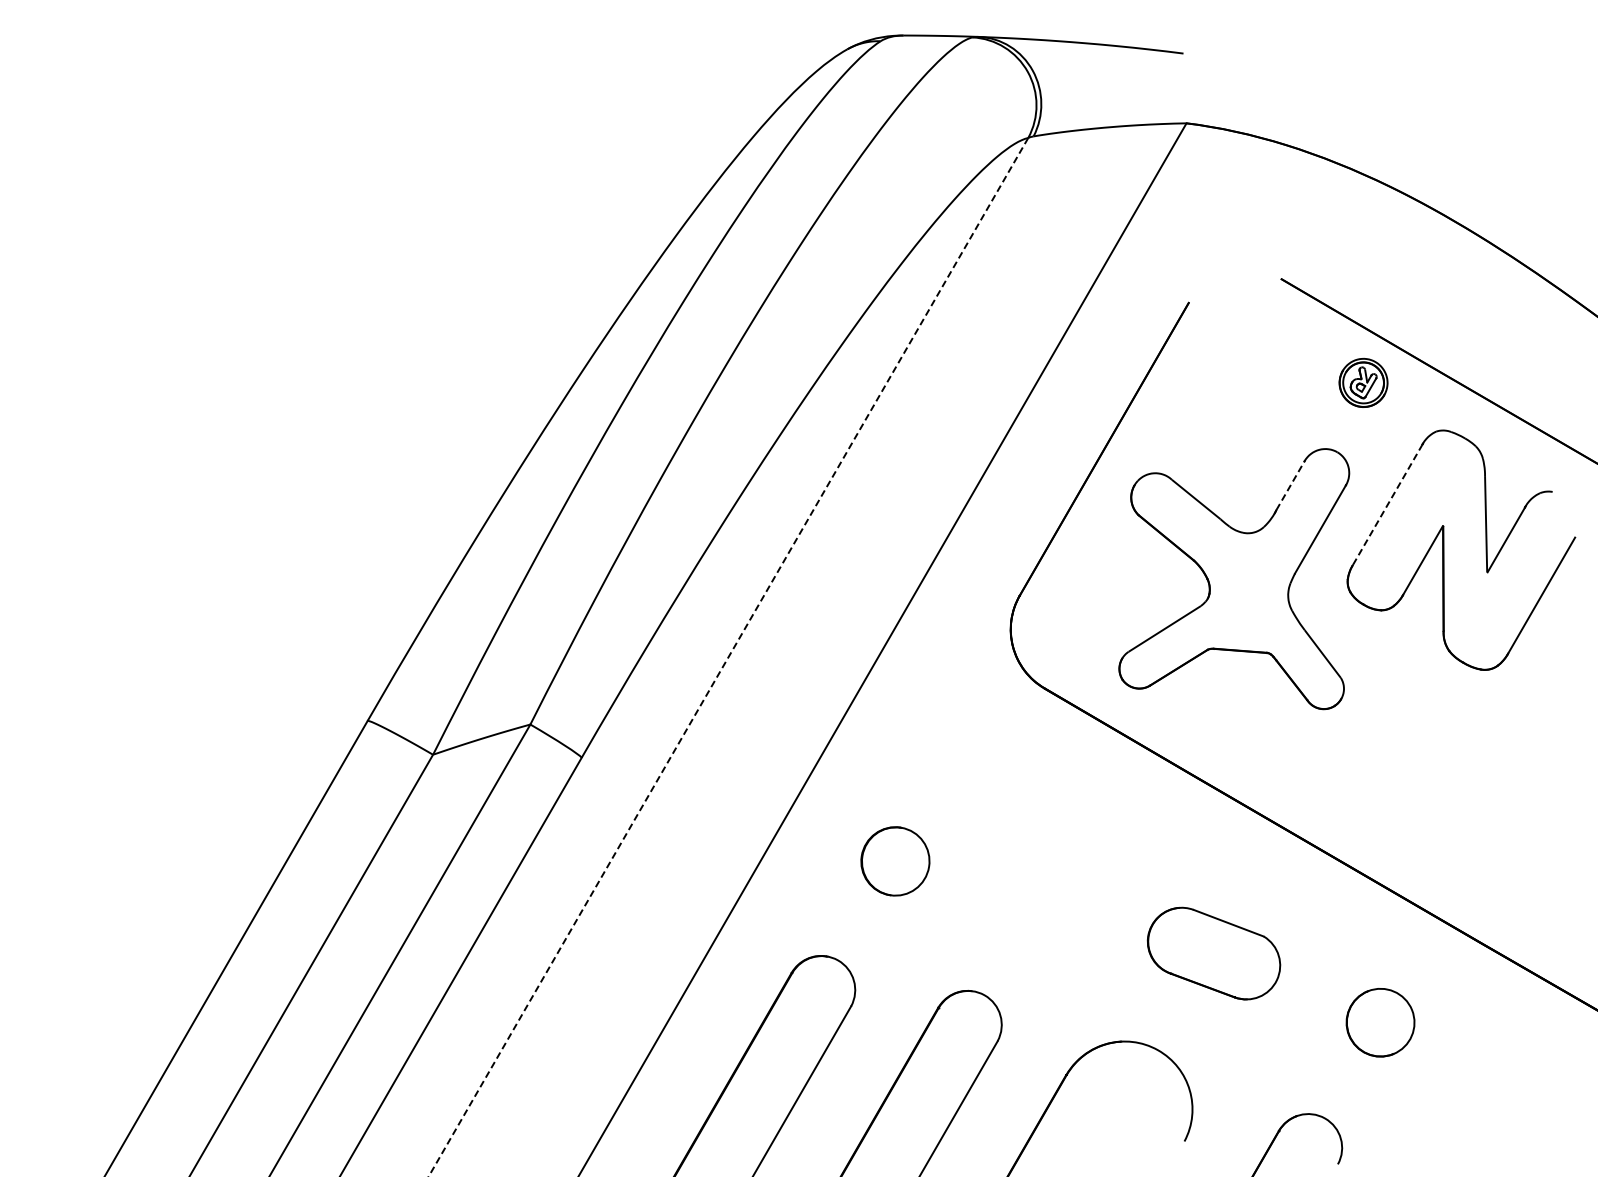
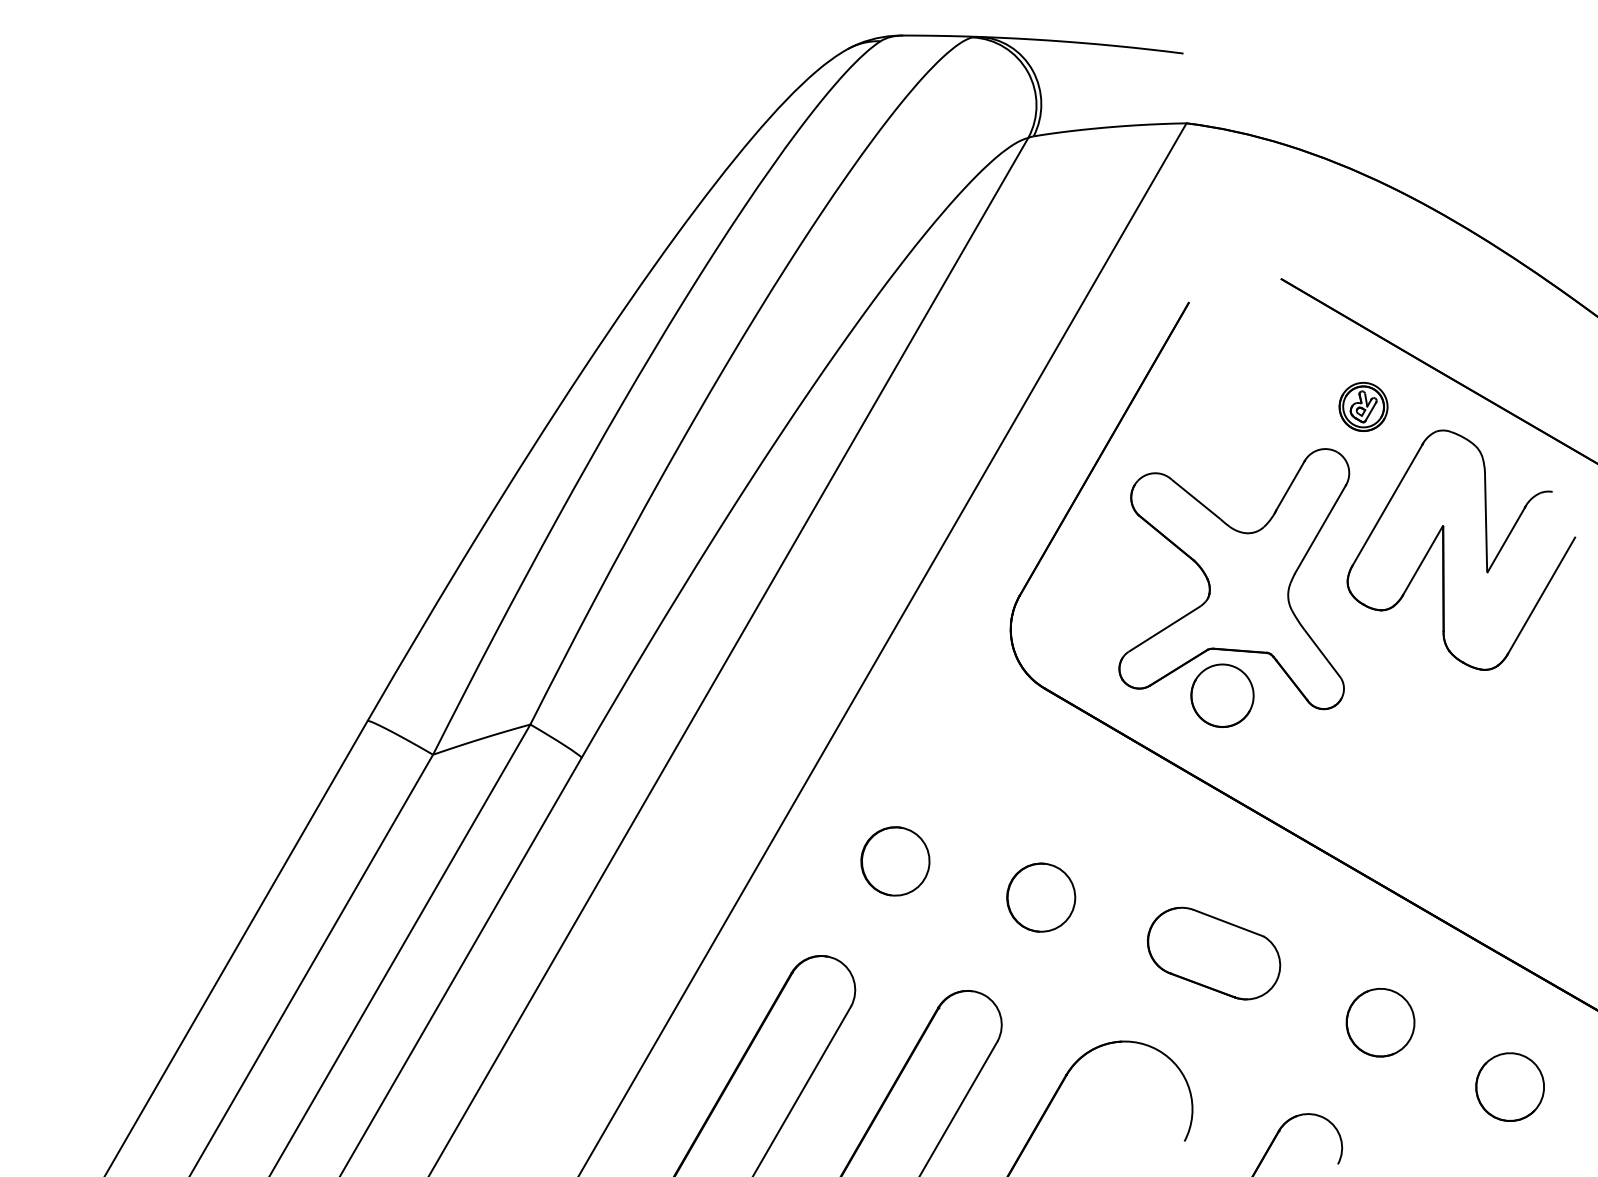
part at (1363, 382) position: (1363, 382) -> (1363, 406)
line at (1290, 485): dashed -> solid
line at (1387, 505): dashed -> solid
line at (728, 657): dashed -> solid
part at (1222, 695): none -> present
part at (1041, 897): none -> present
part at (1509, 1086): none -> present
